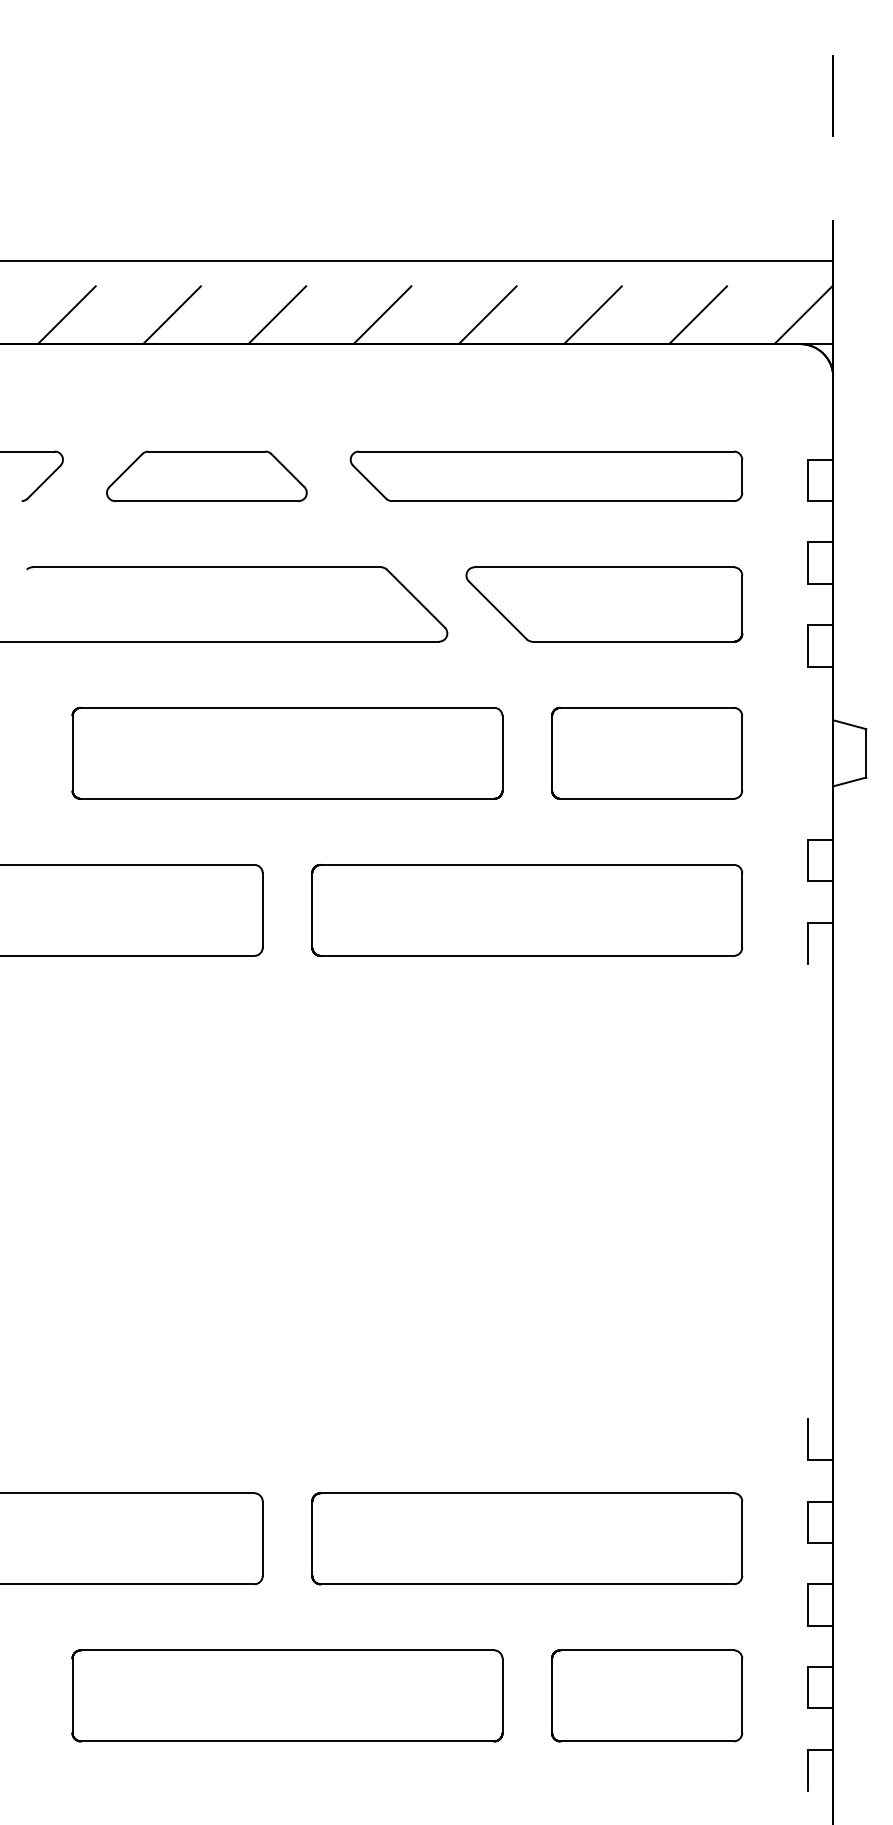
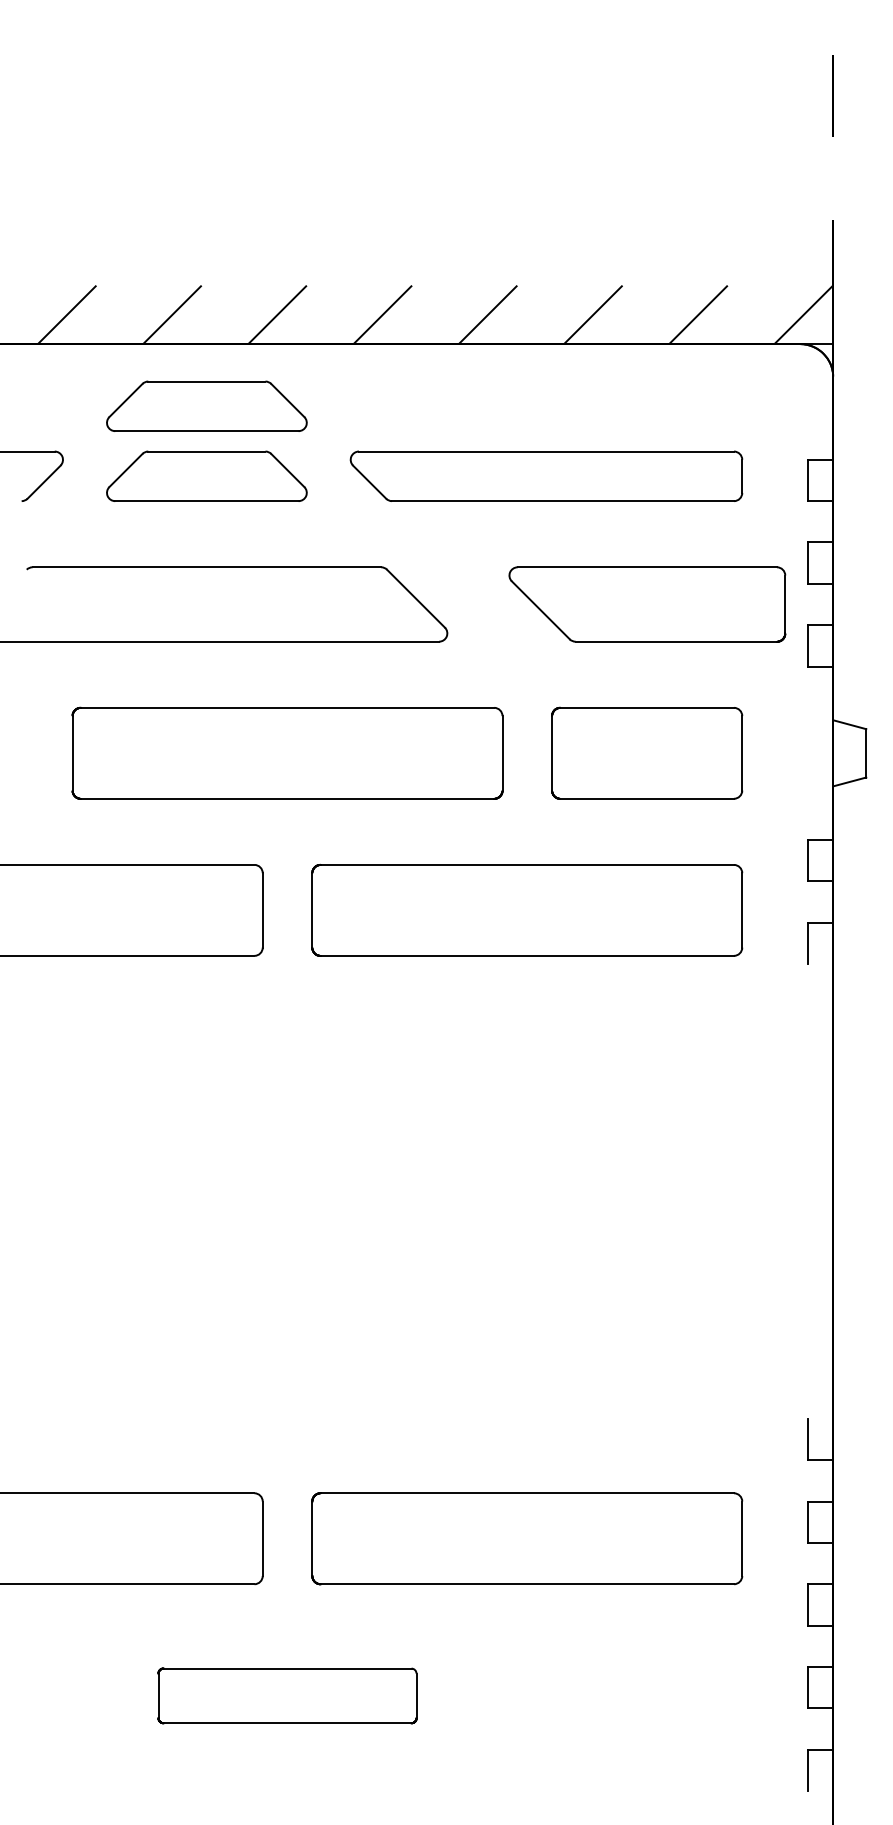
line at (417, 261): present -> none
part at (206, 405): none -> present
part at (604, 604) position: (604, 604) -> (647, 604)
part at (287, 1695) size: 433x94 px -> 261x58 px
part at (647, 1695): present -> none
